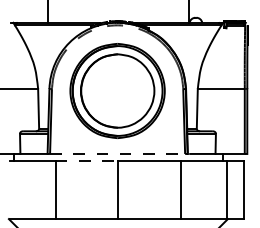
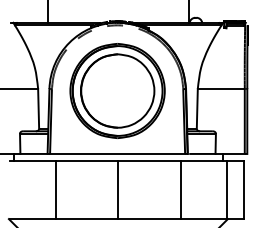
line at (117, 153): dashed -> solid
line at (87, 161): dashed -> solid
